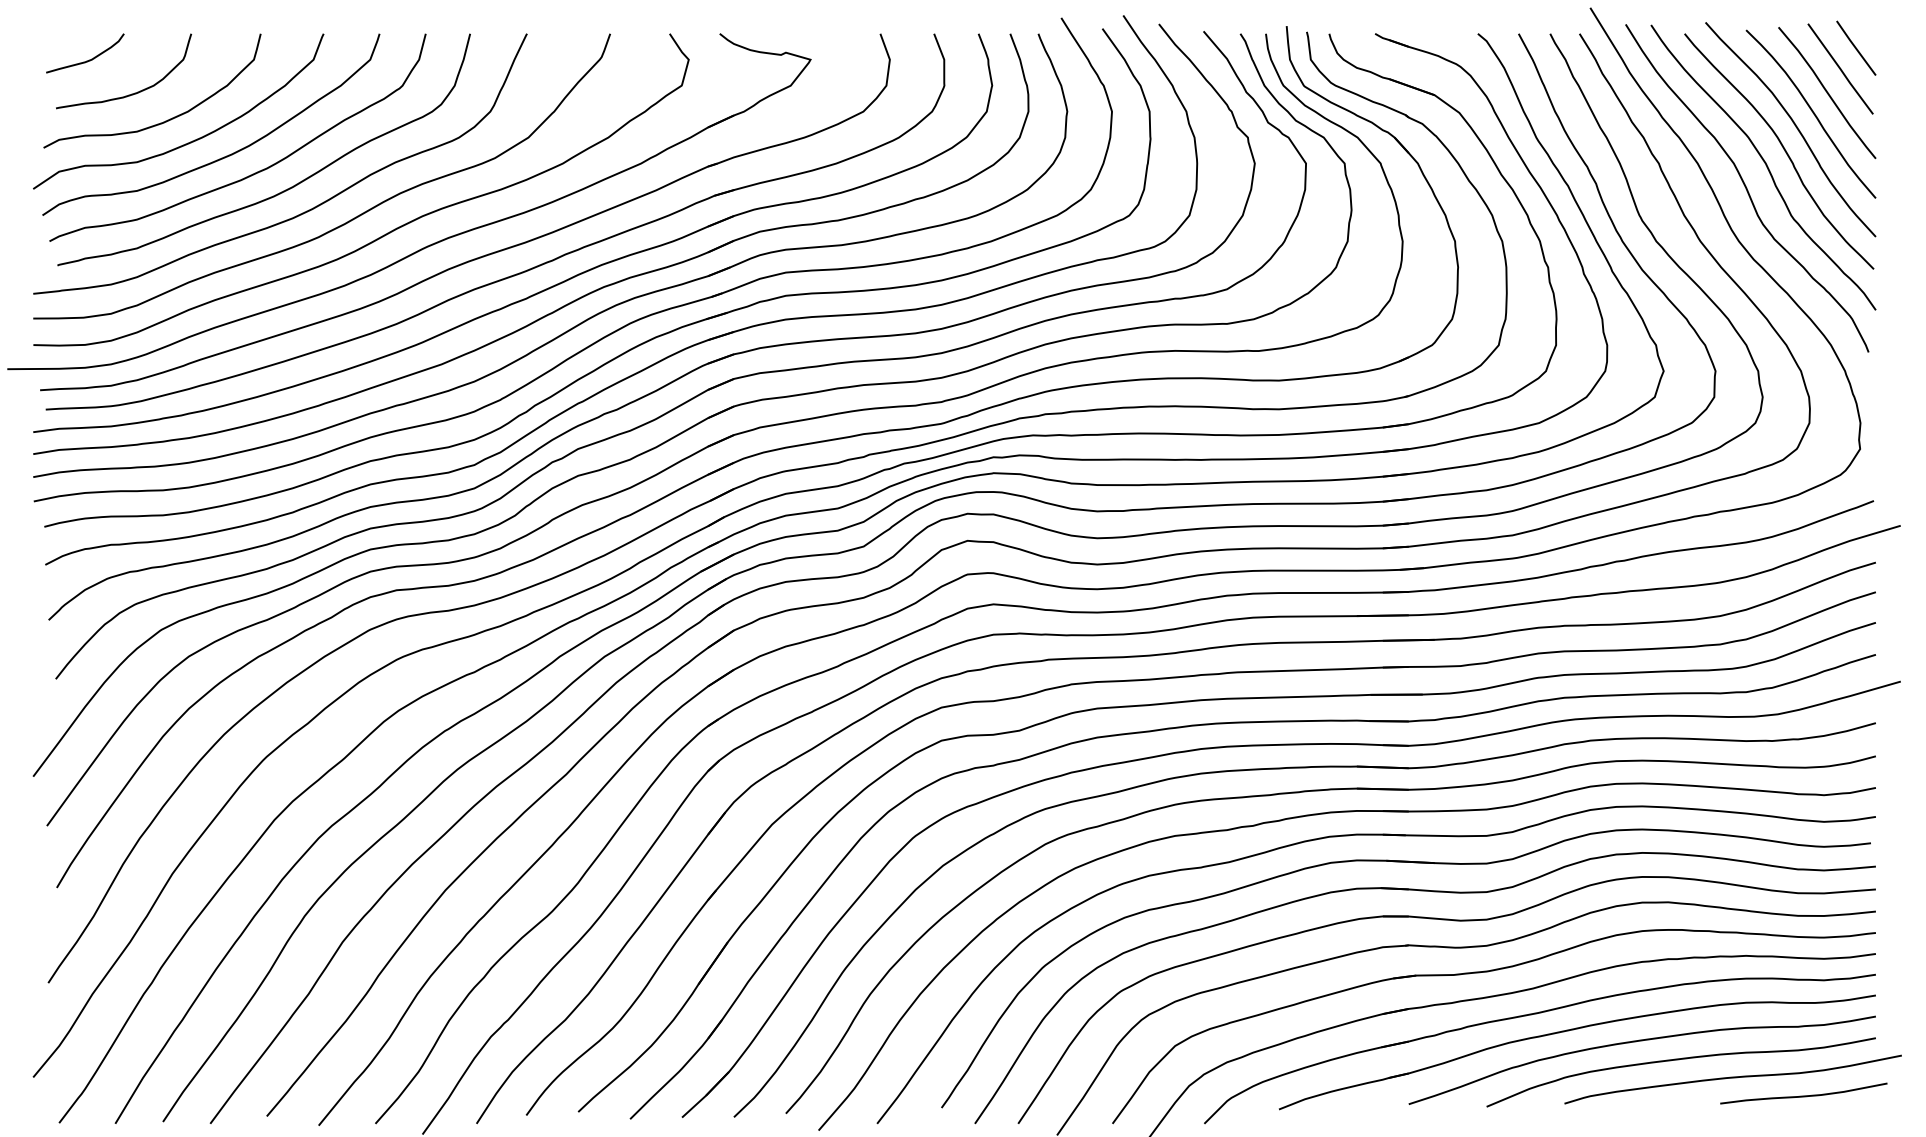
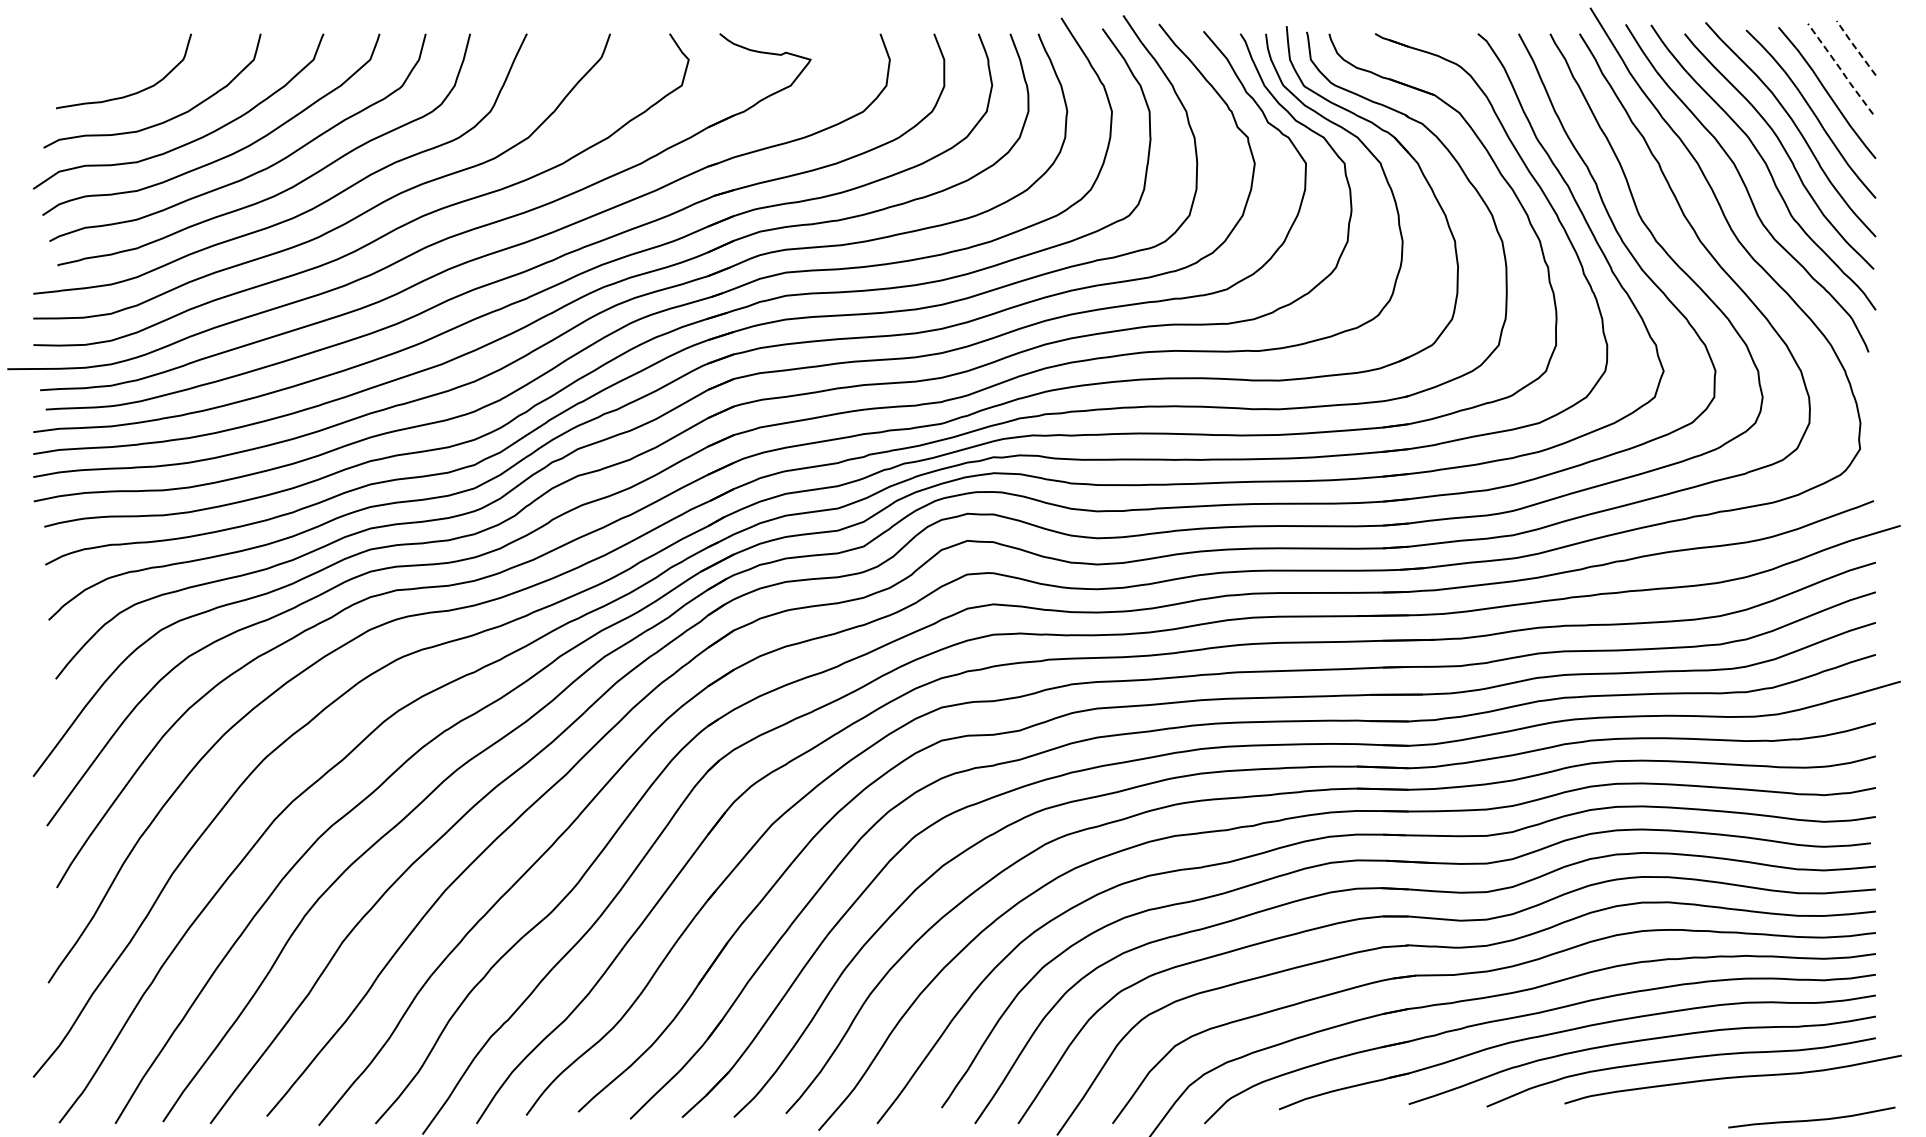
line at (1855, 47): solid -> dashed
curve at (86, 60): present -> none
line at (1840, 69): solid -> dashed
curve at (1803, 1095) position: (1803, 1095) -> (1811, 1119)
